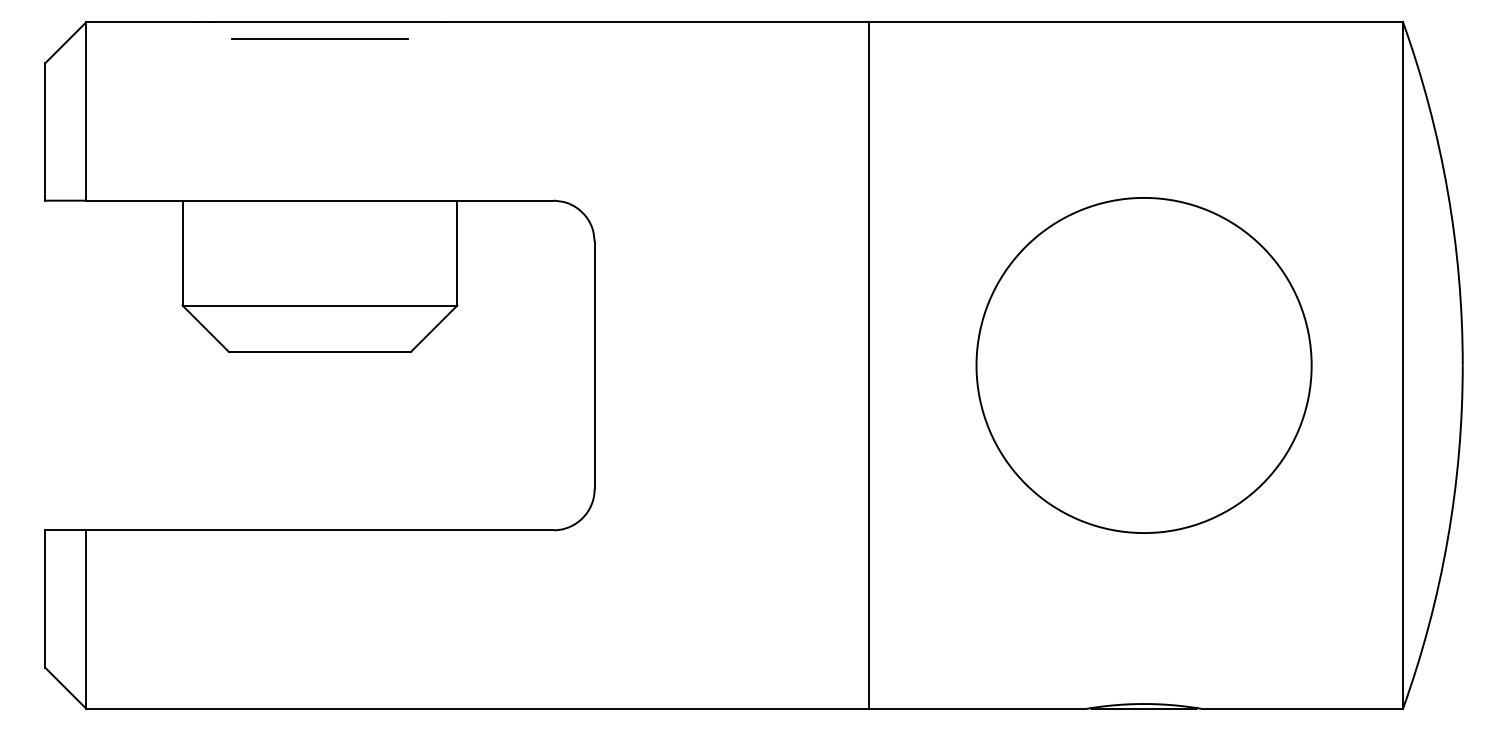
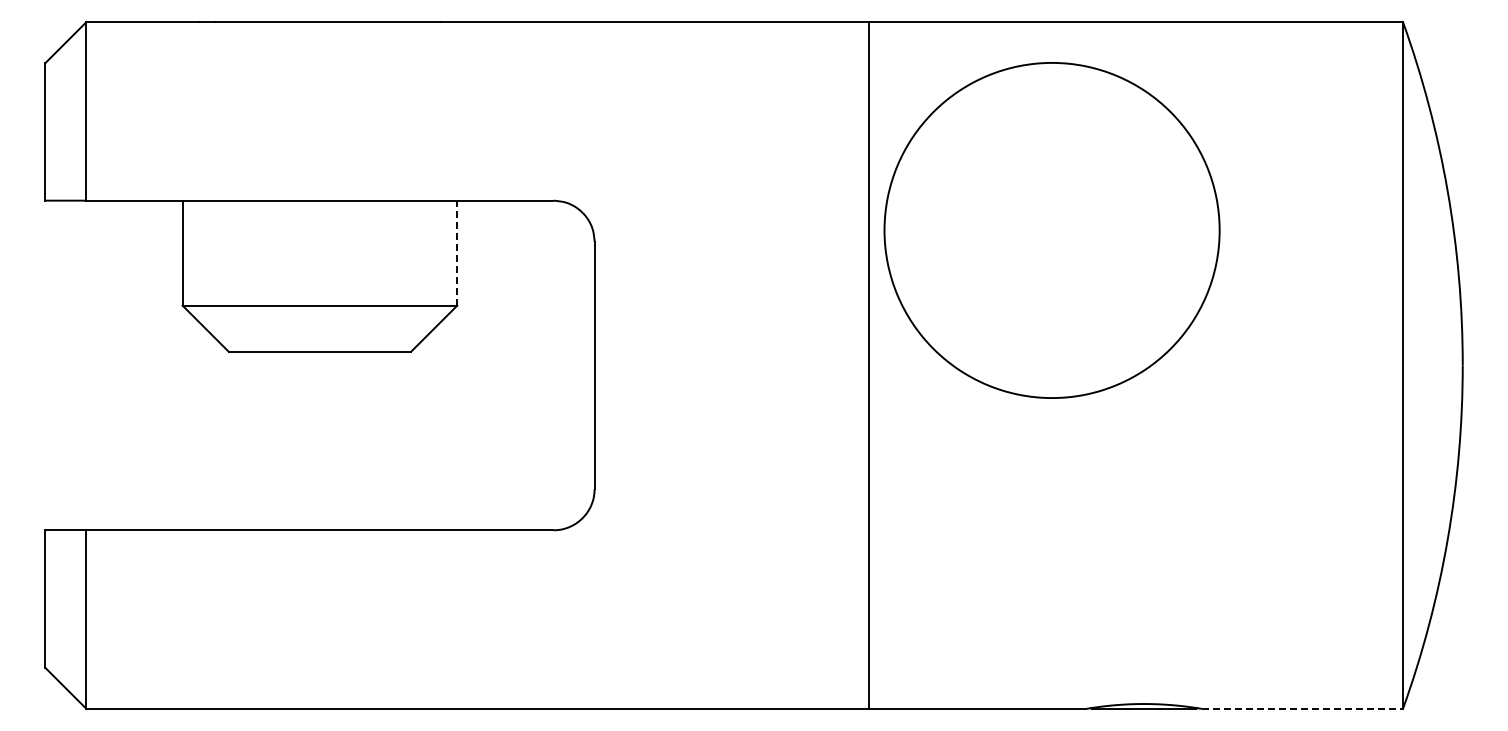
line at (319, 38): present -> none
line at (457, 252): solid -> dashed
part at (1143, 365) position: (1143, 365) -> (1051, 230)
line at (1302, 708): solid -> dashed
